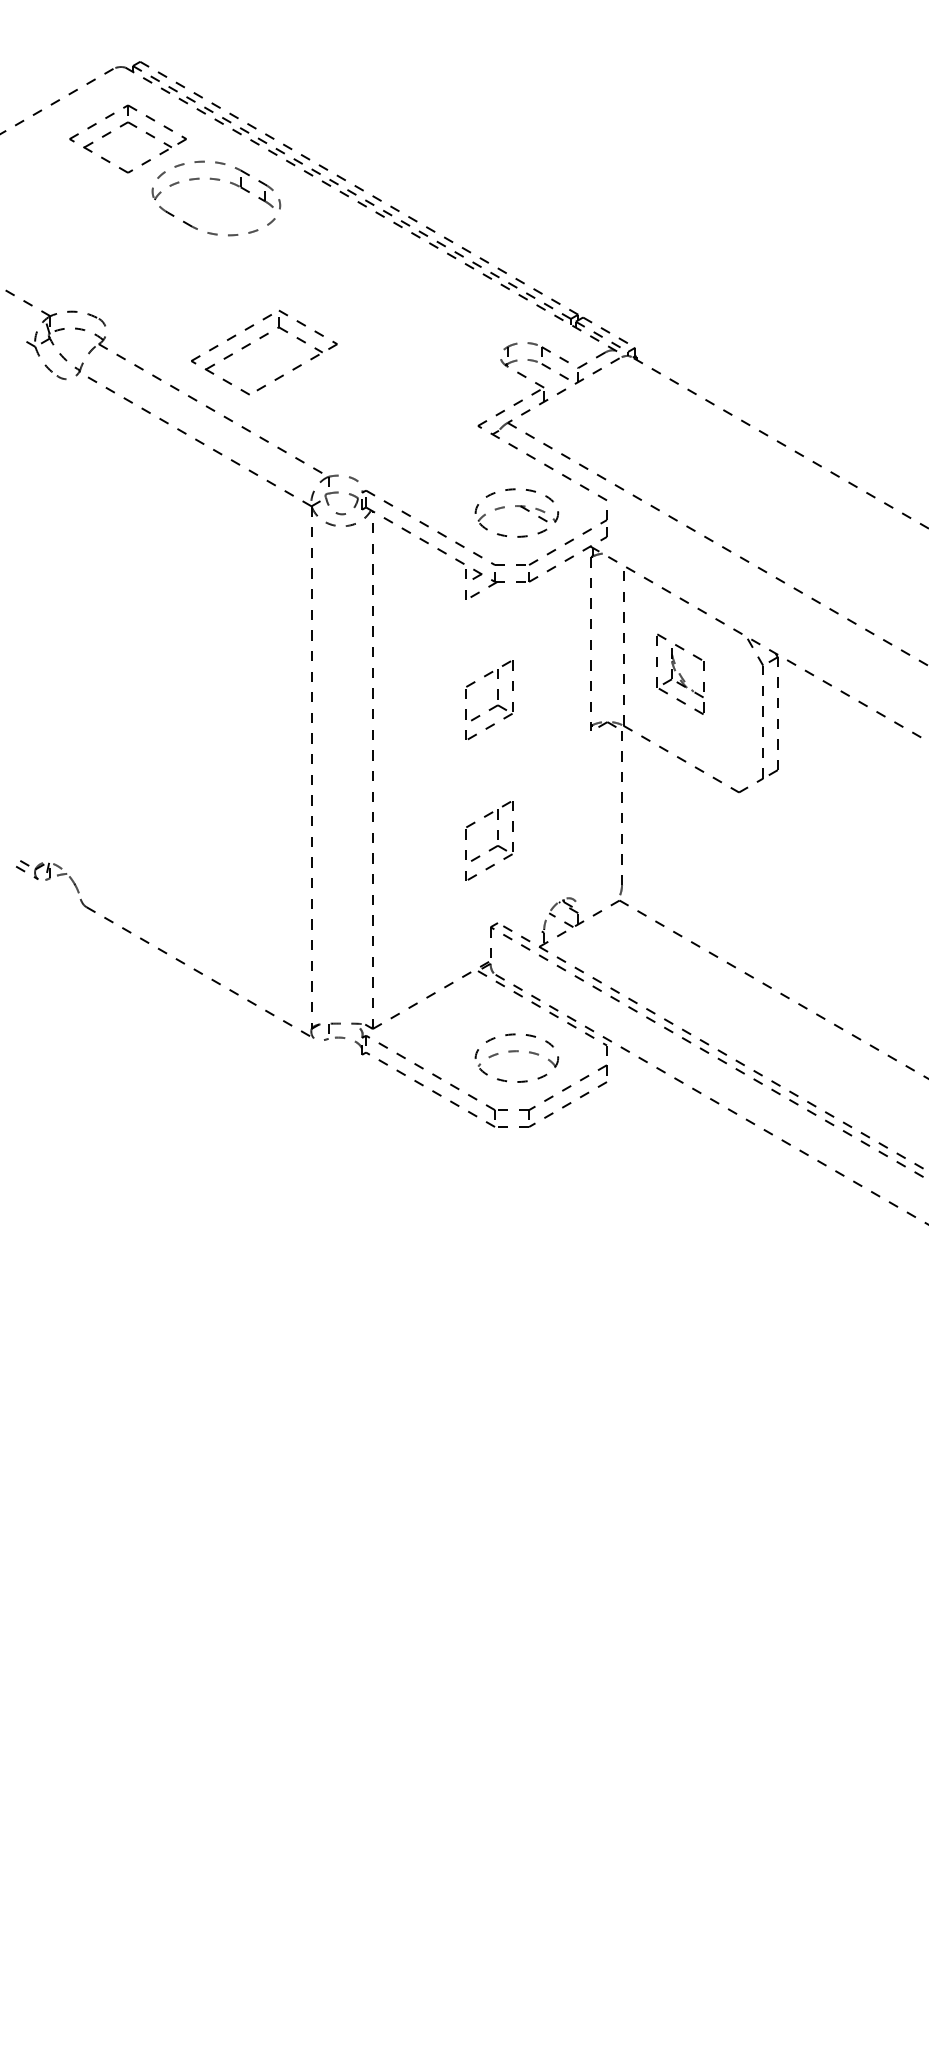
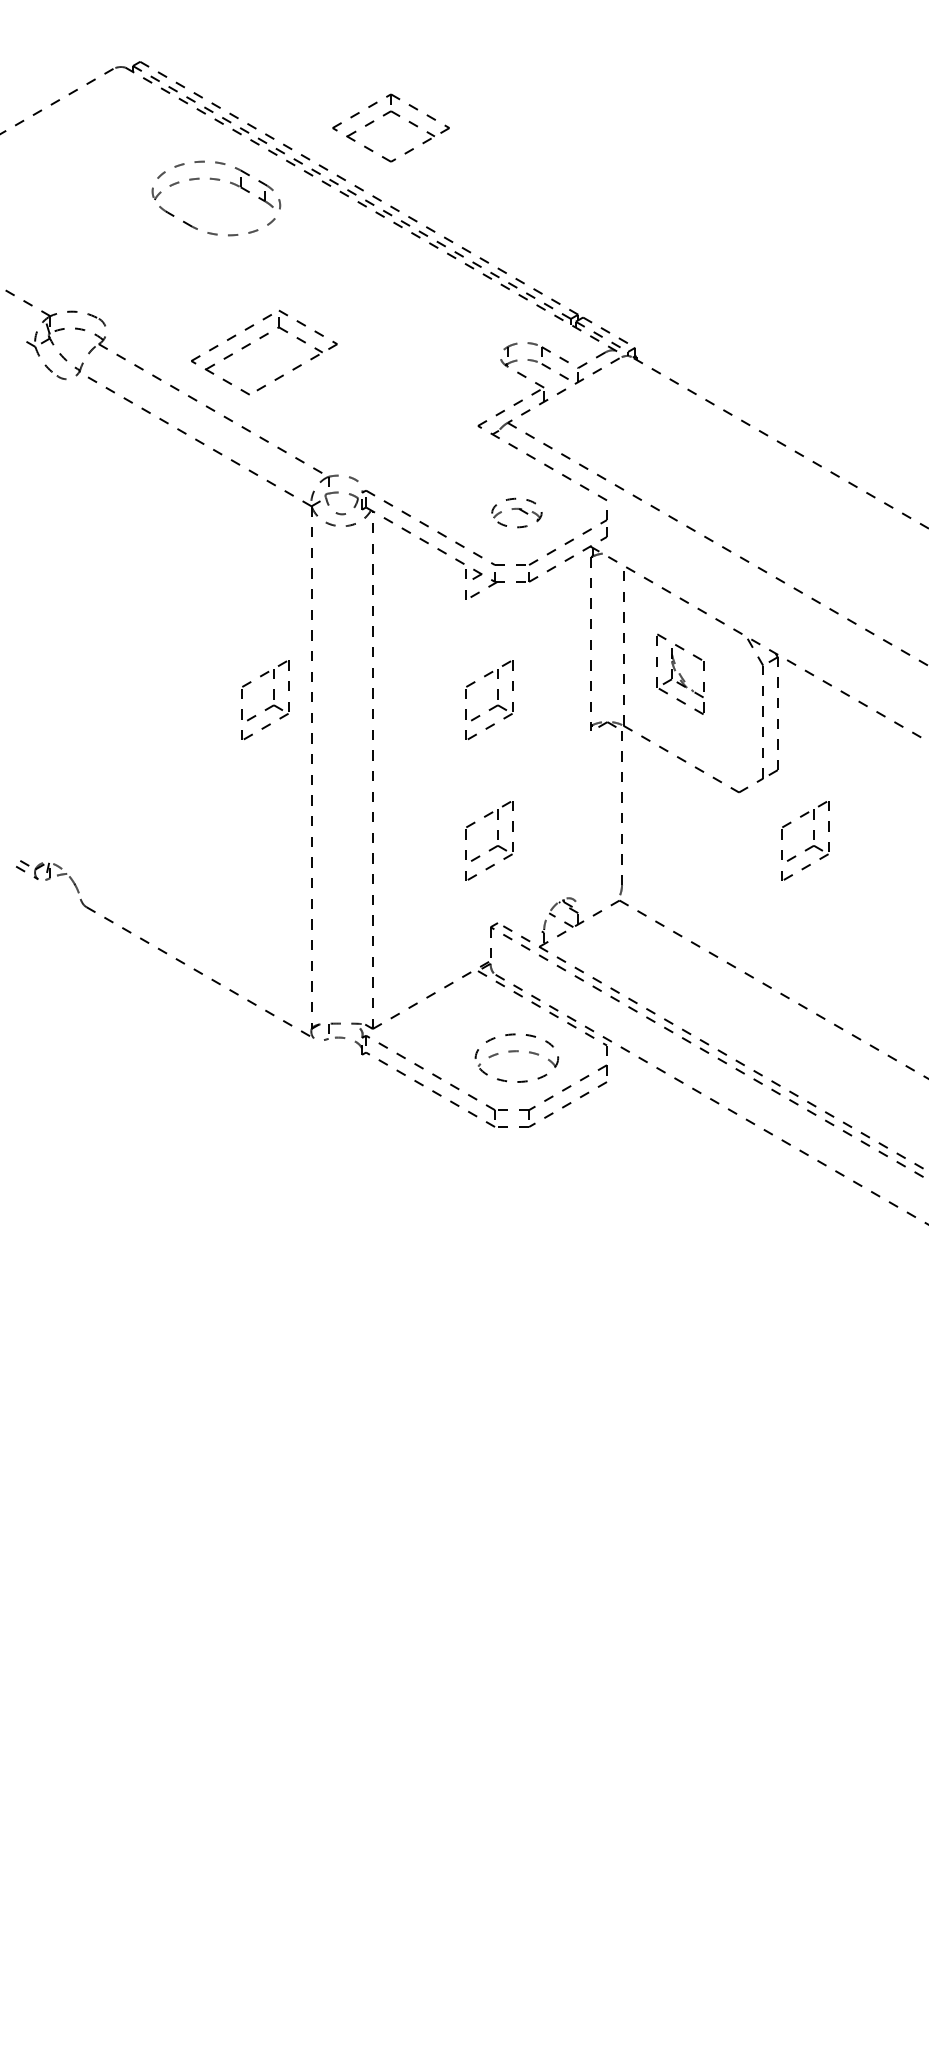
part at (121, 127) position: (121, 127) -> (384, 116)
part at (516, 512) size: 86x50 px -> 52x32 px
part at (269, 706): none -> present
part at (808, 847): none -> present
